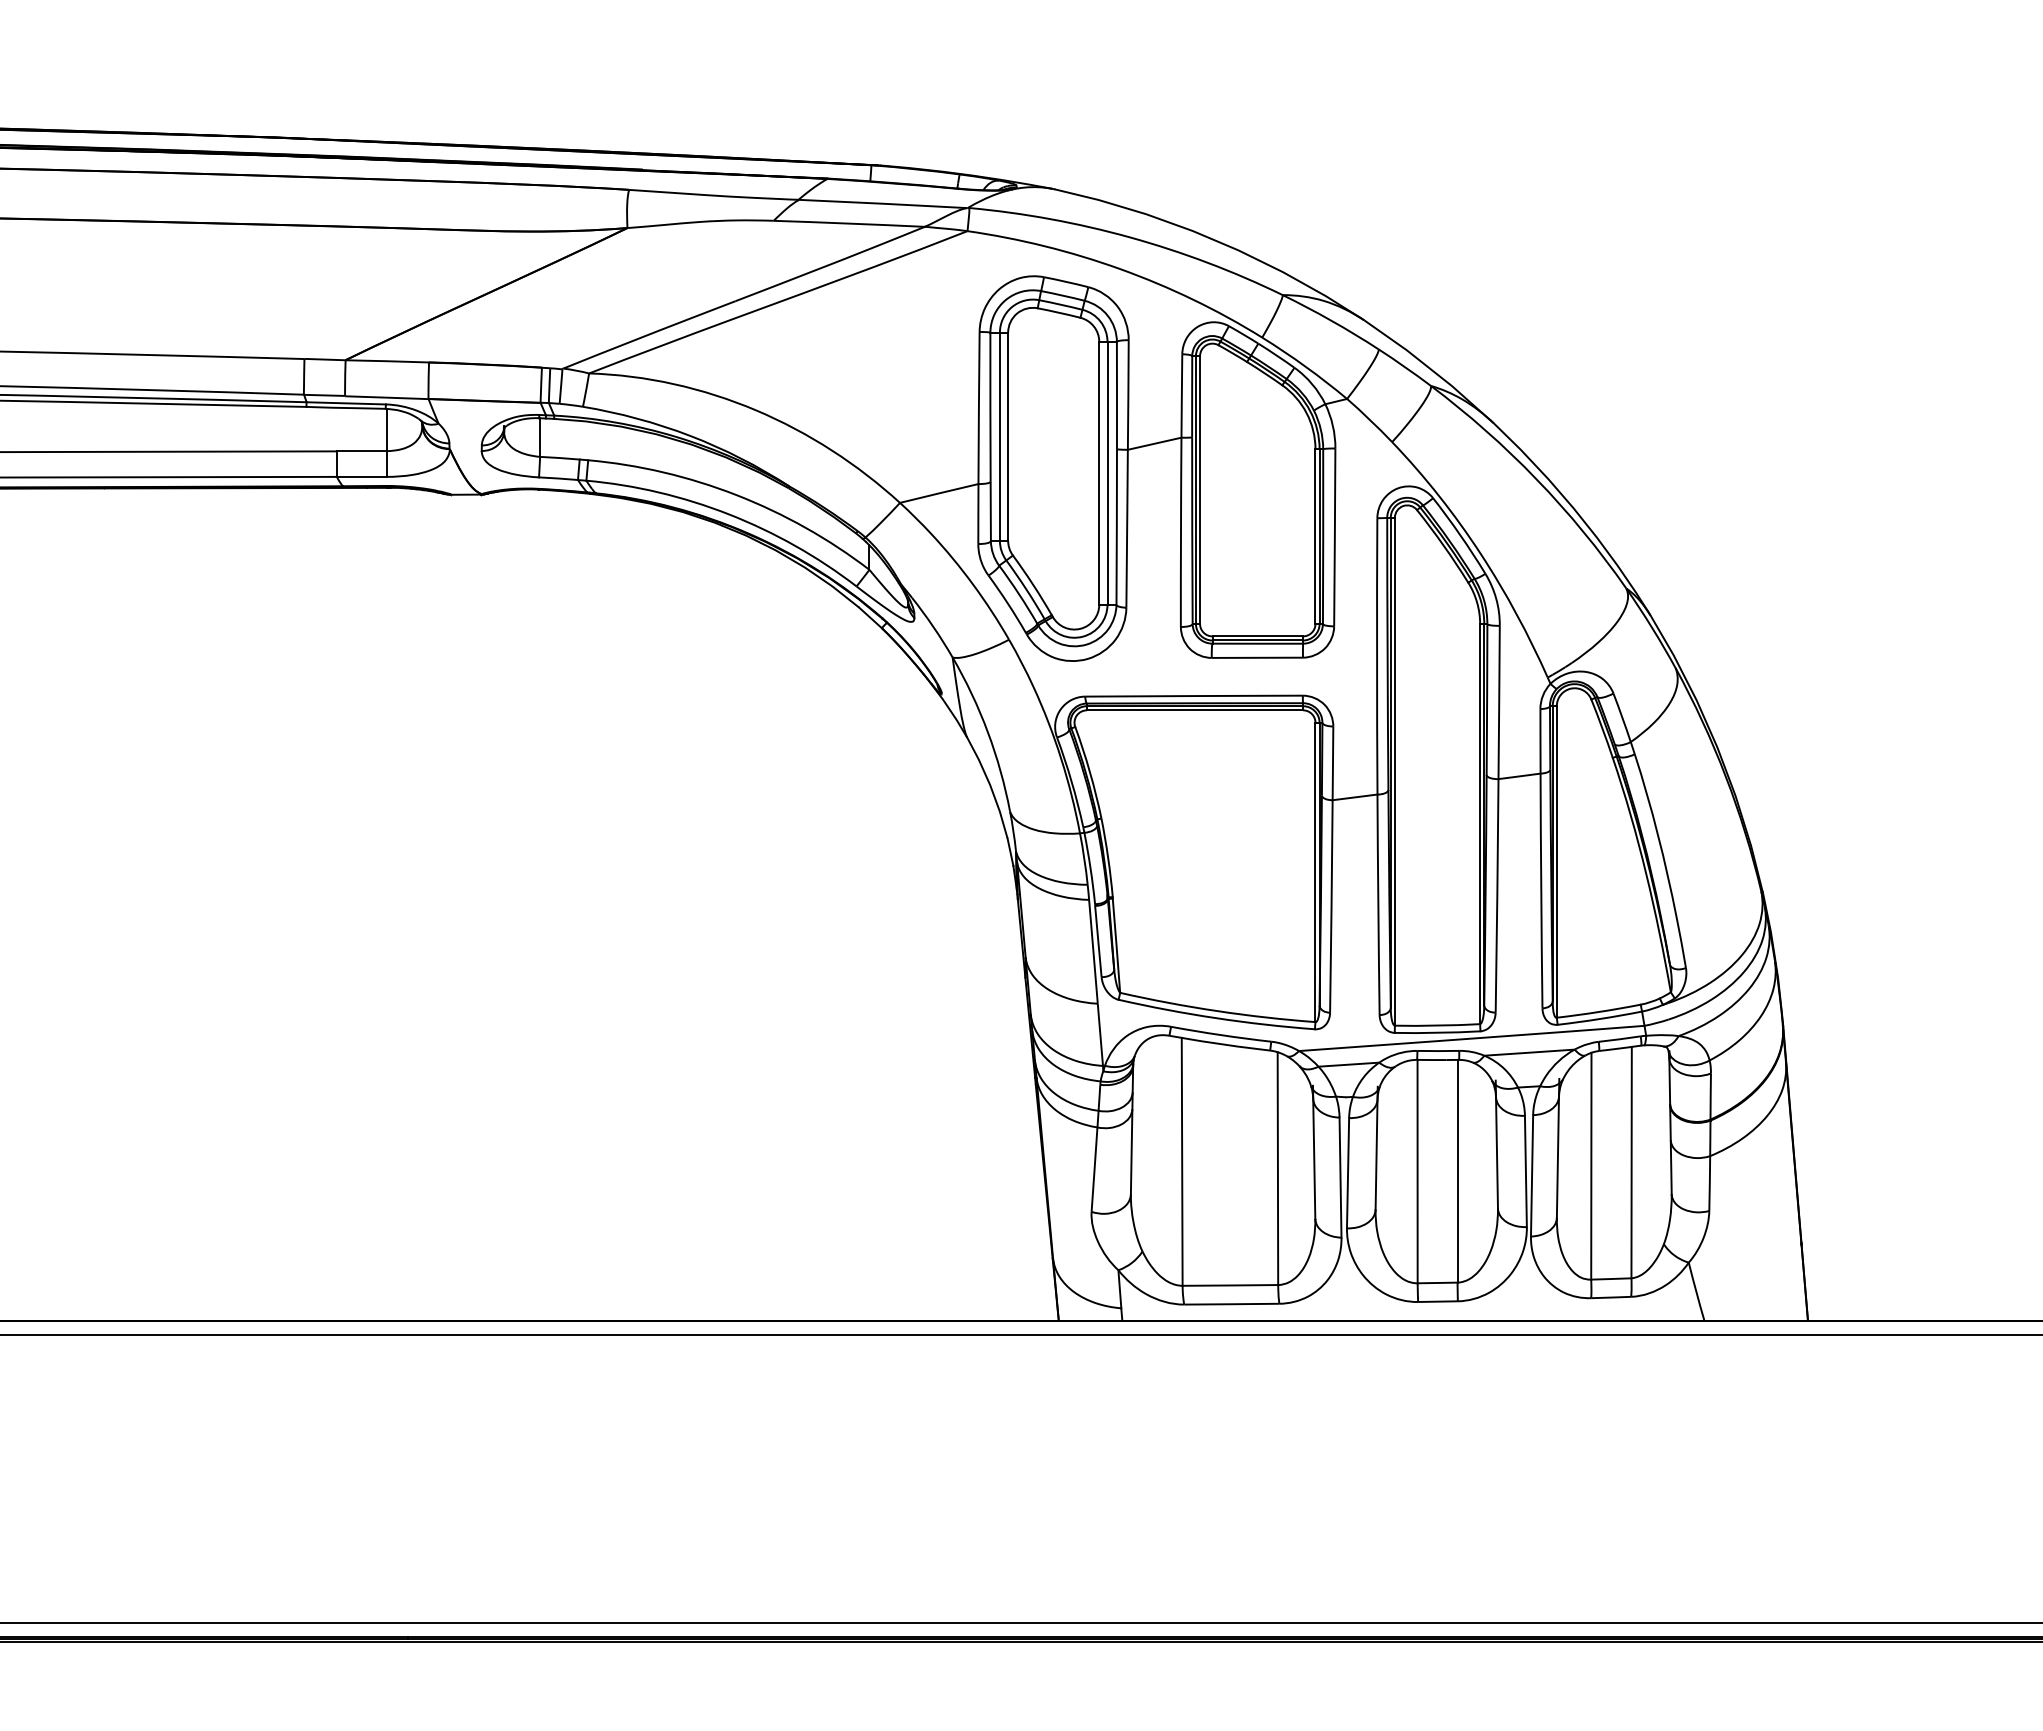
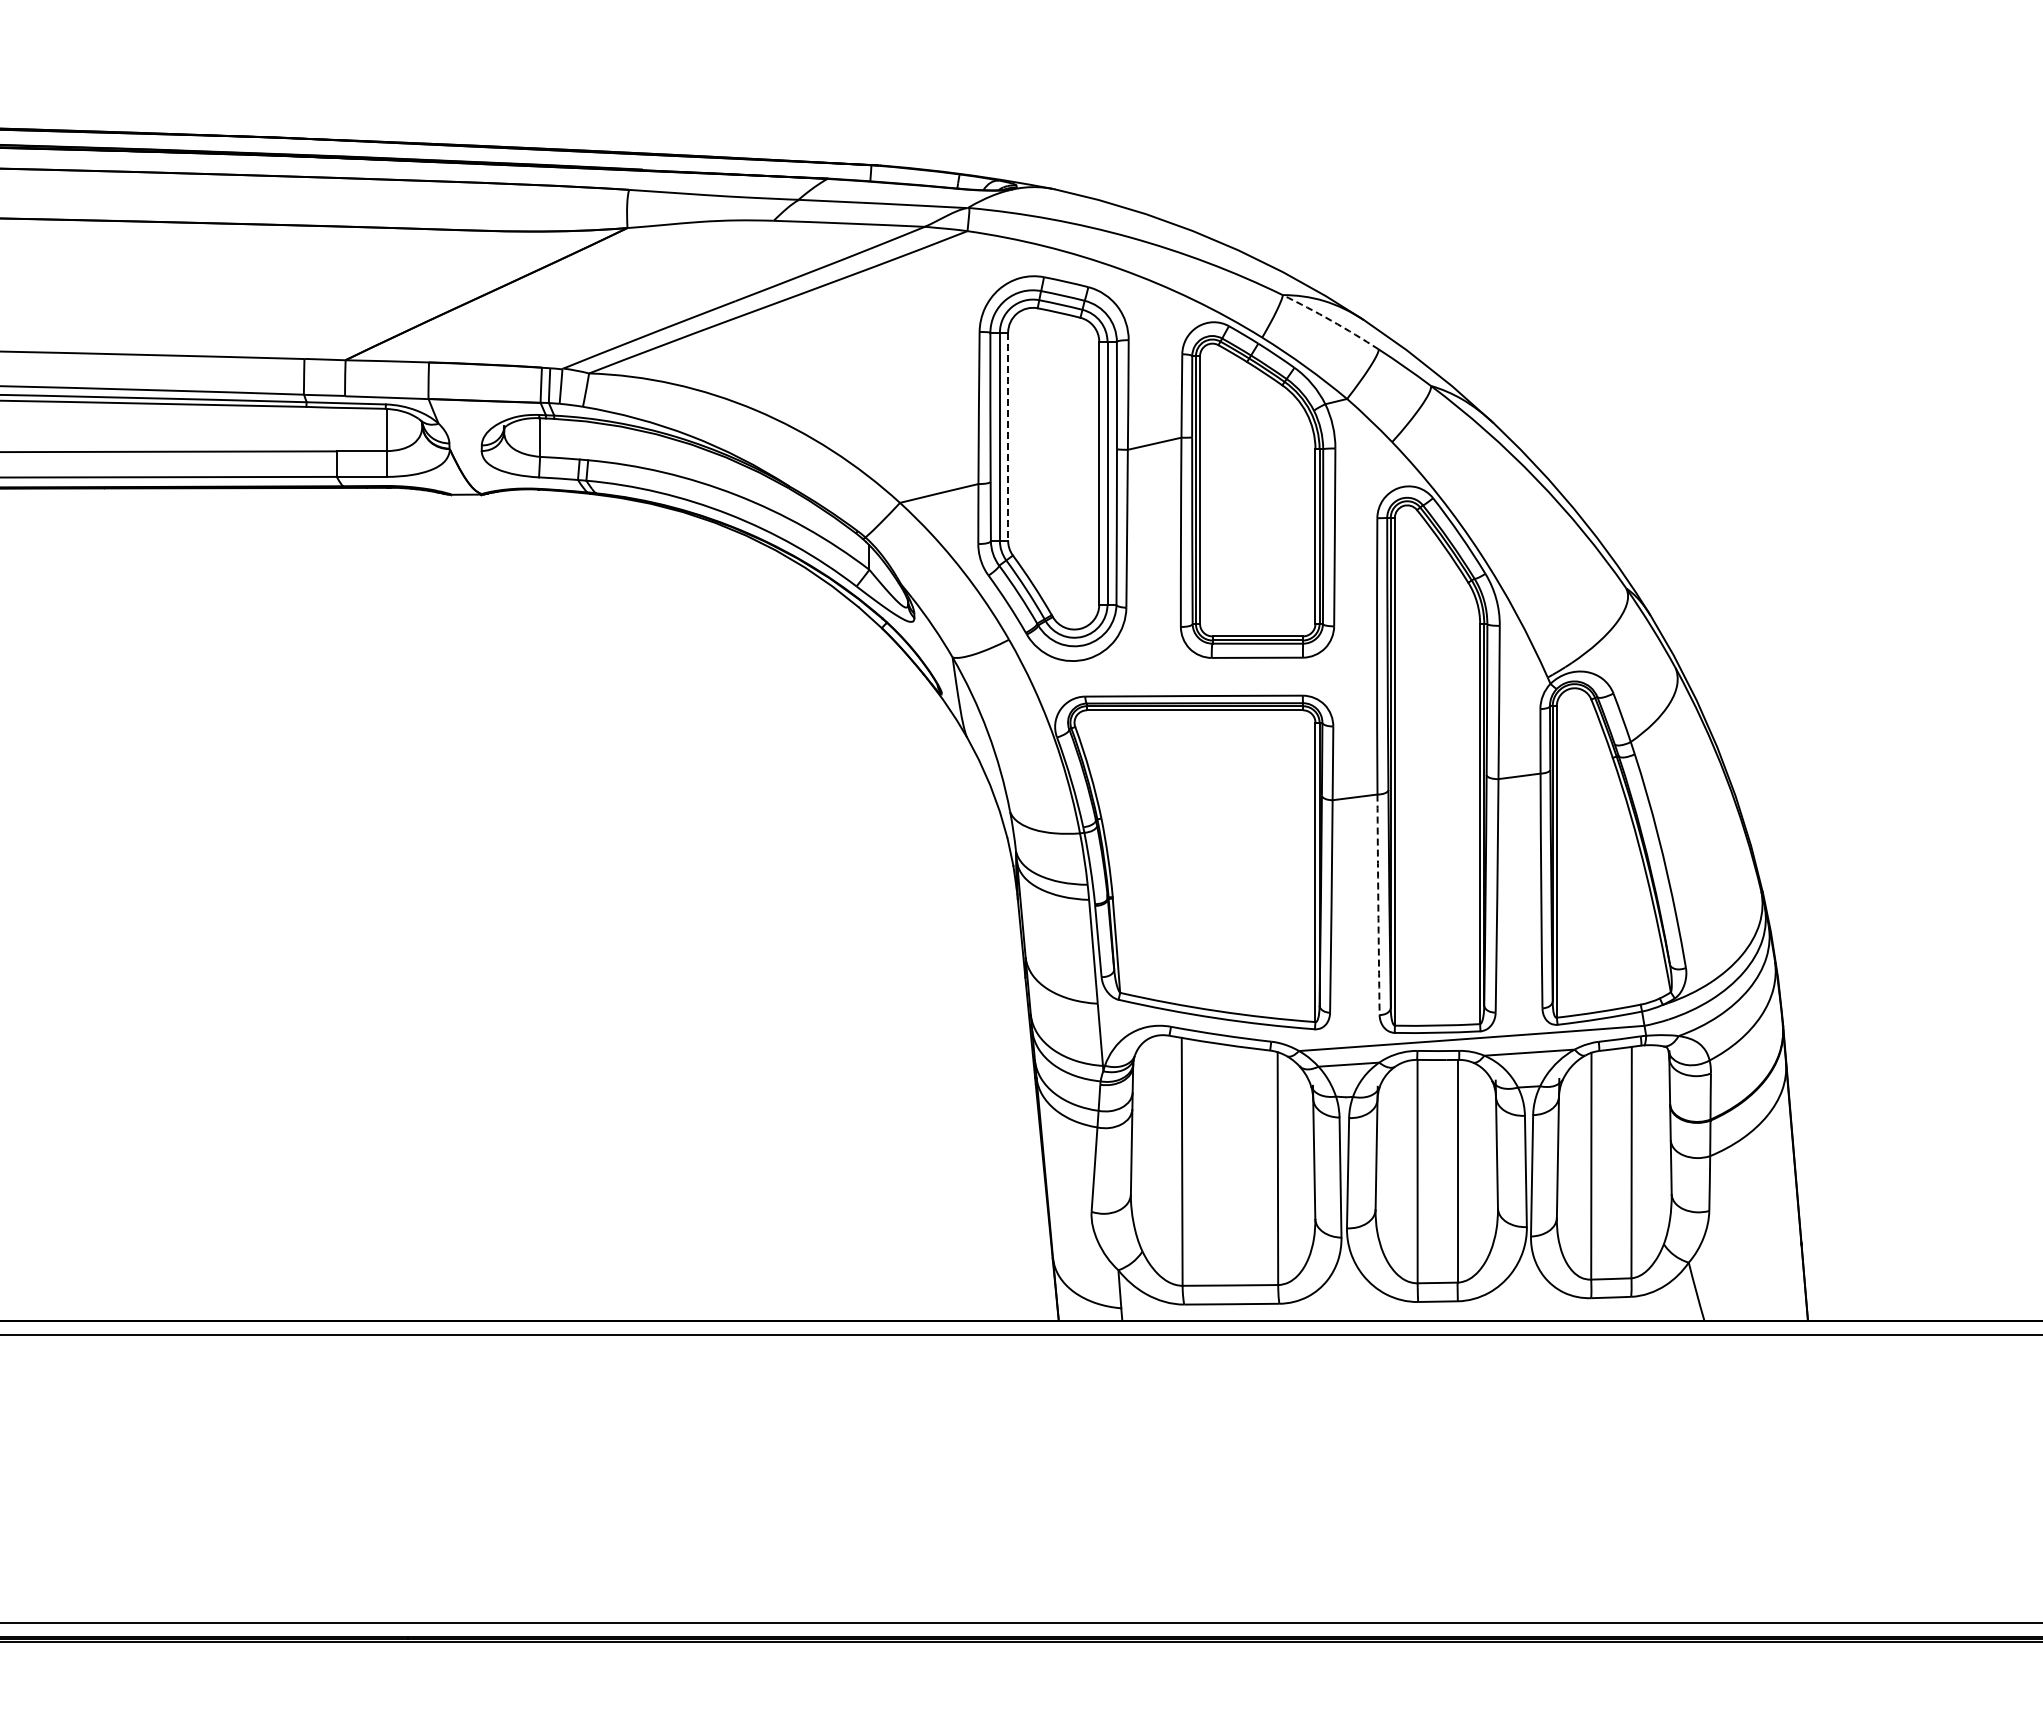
arc at (1331, 320): solid -> dashed
line at (1008, 437): solid -> dashed
arc at (1378, 904): solid -> dashed
